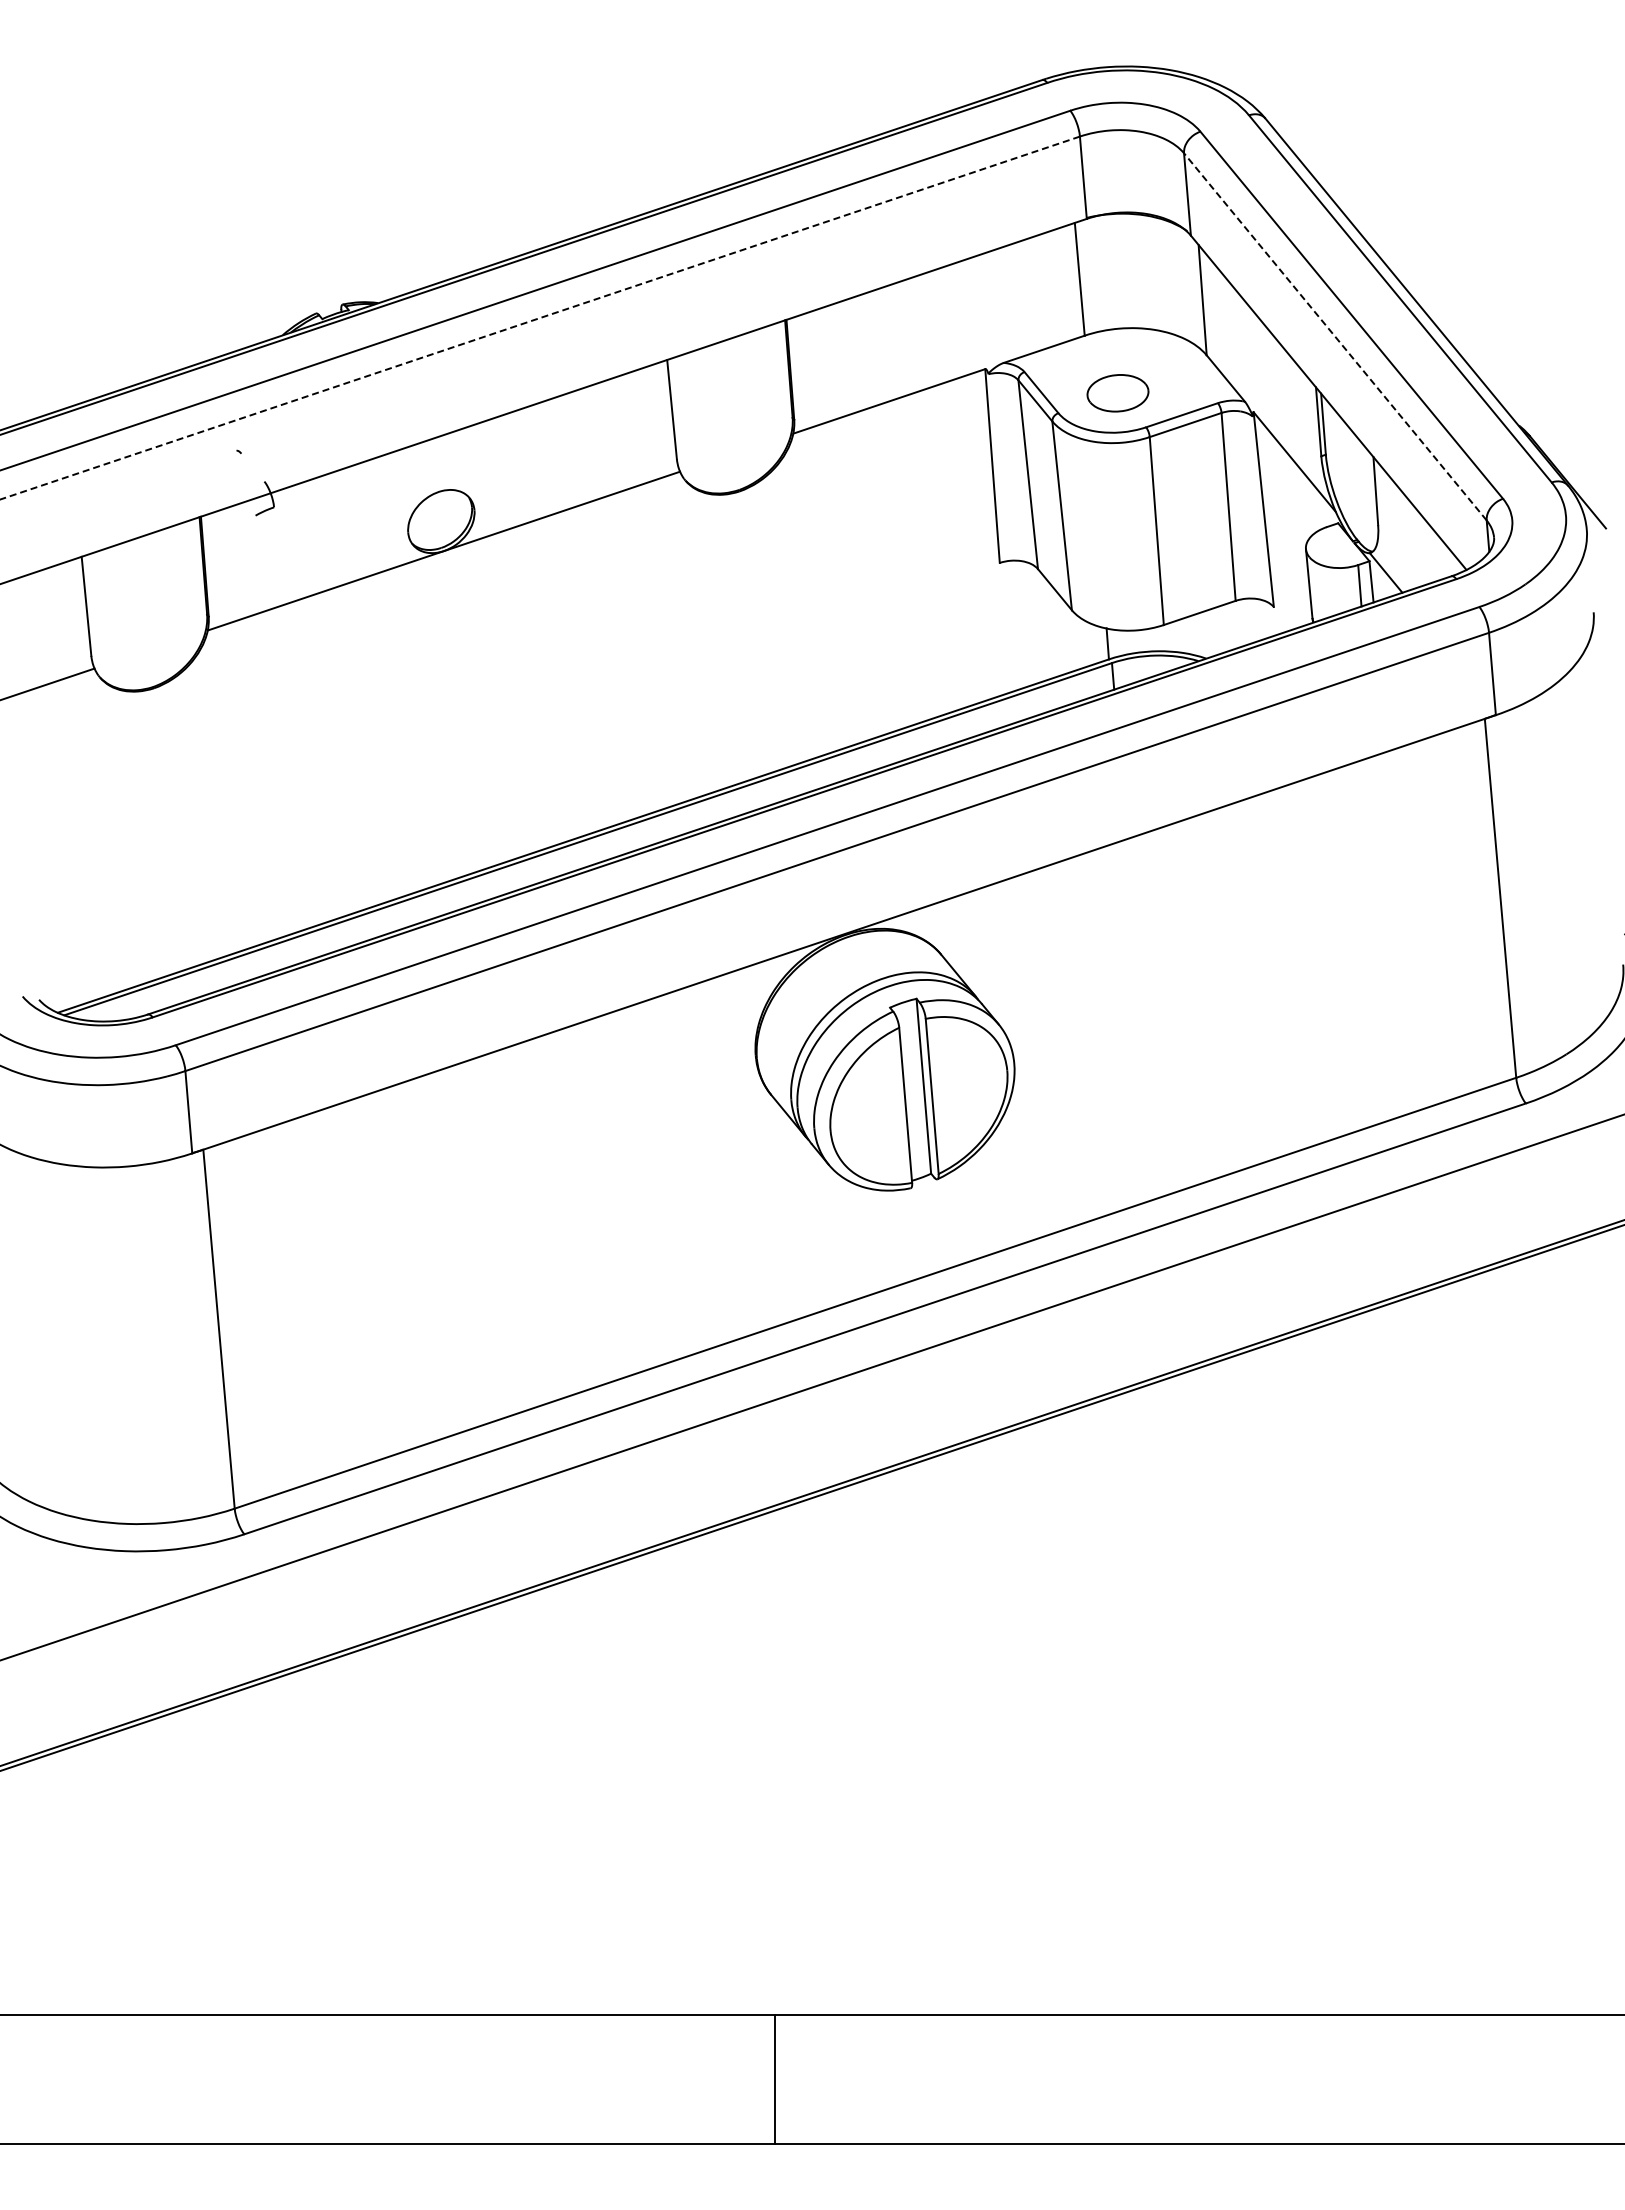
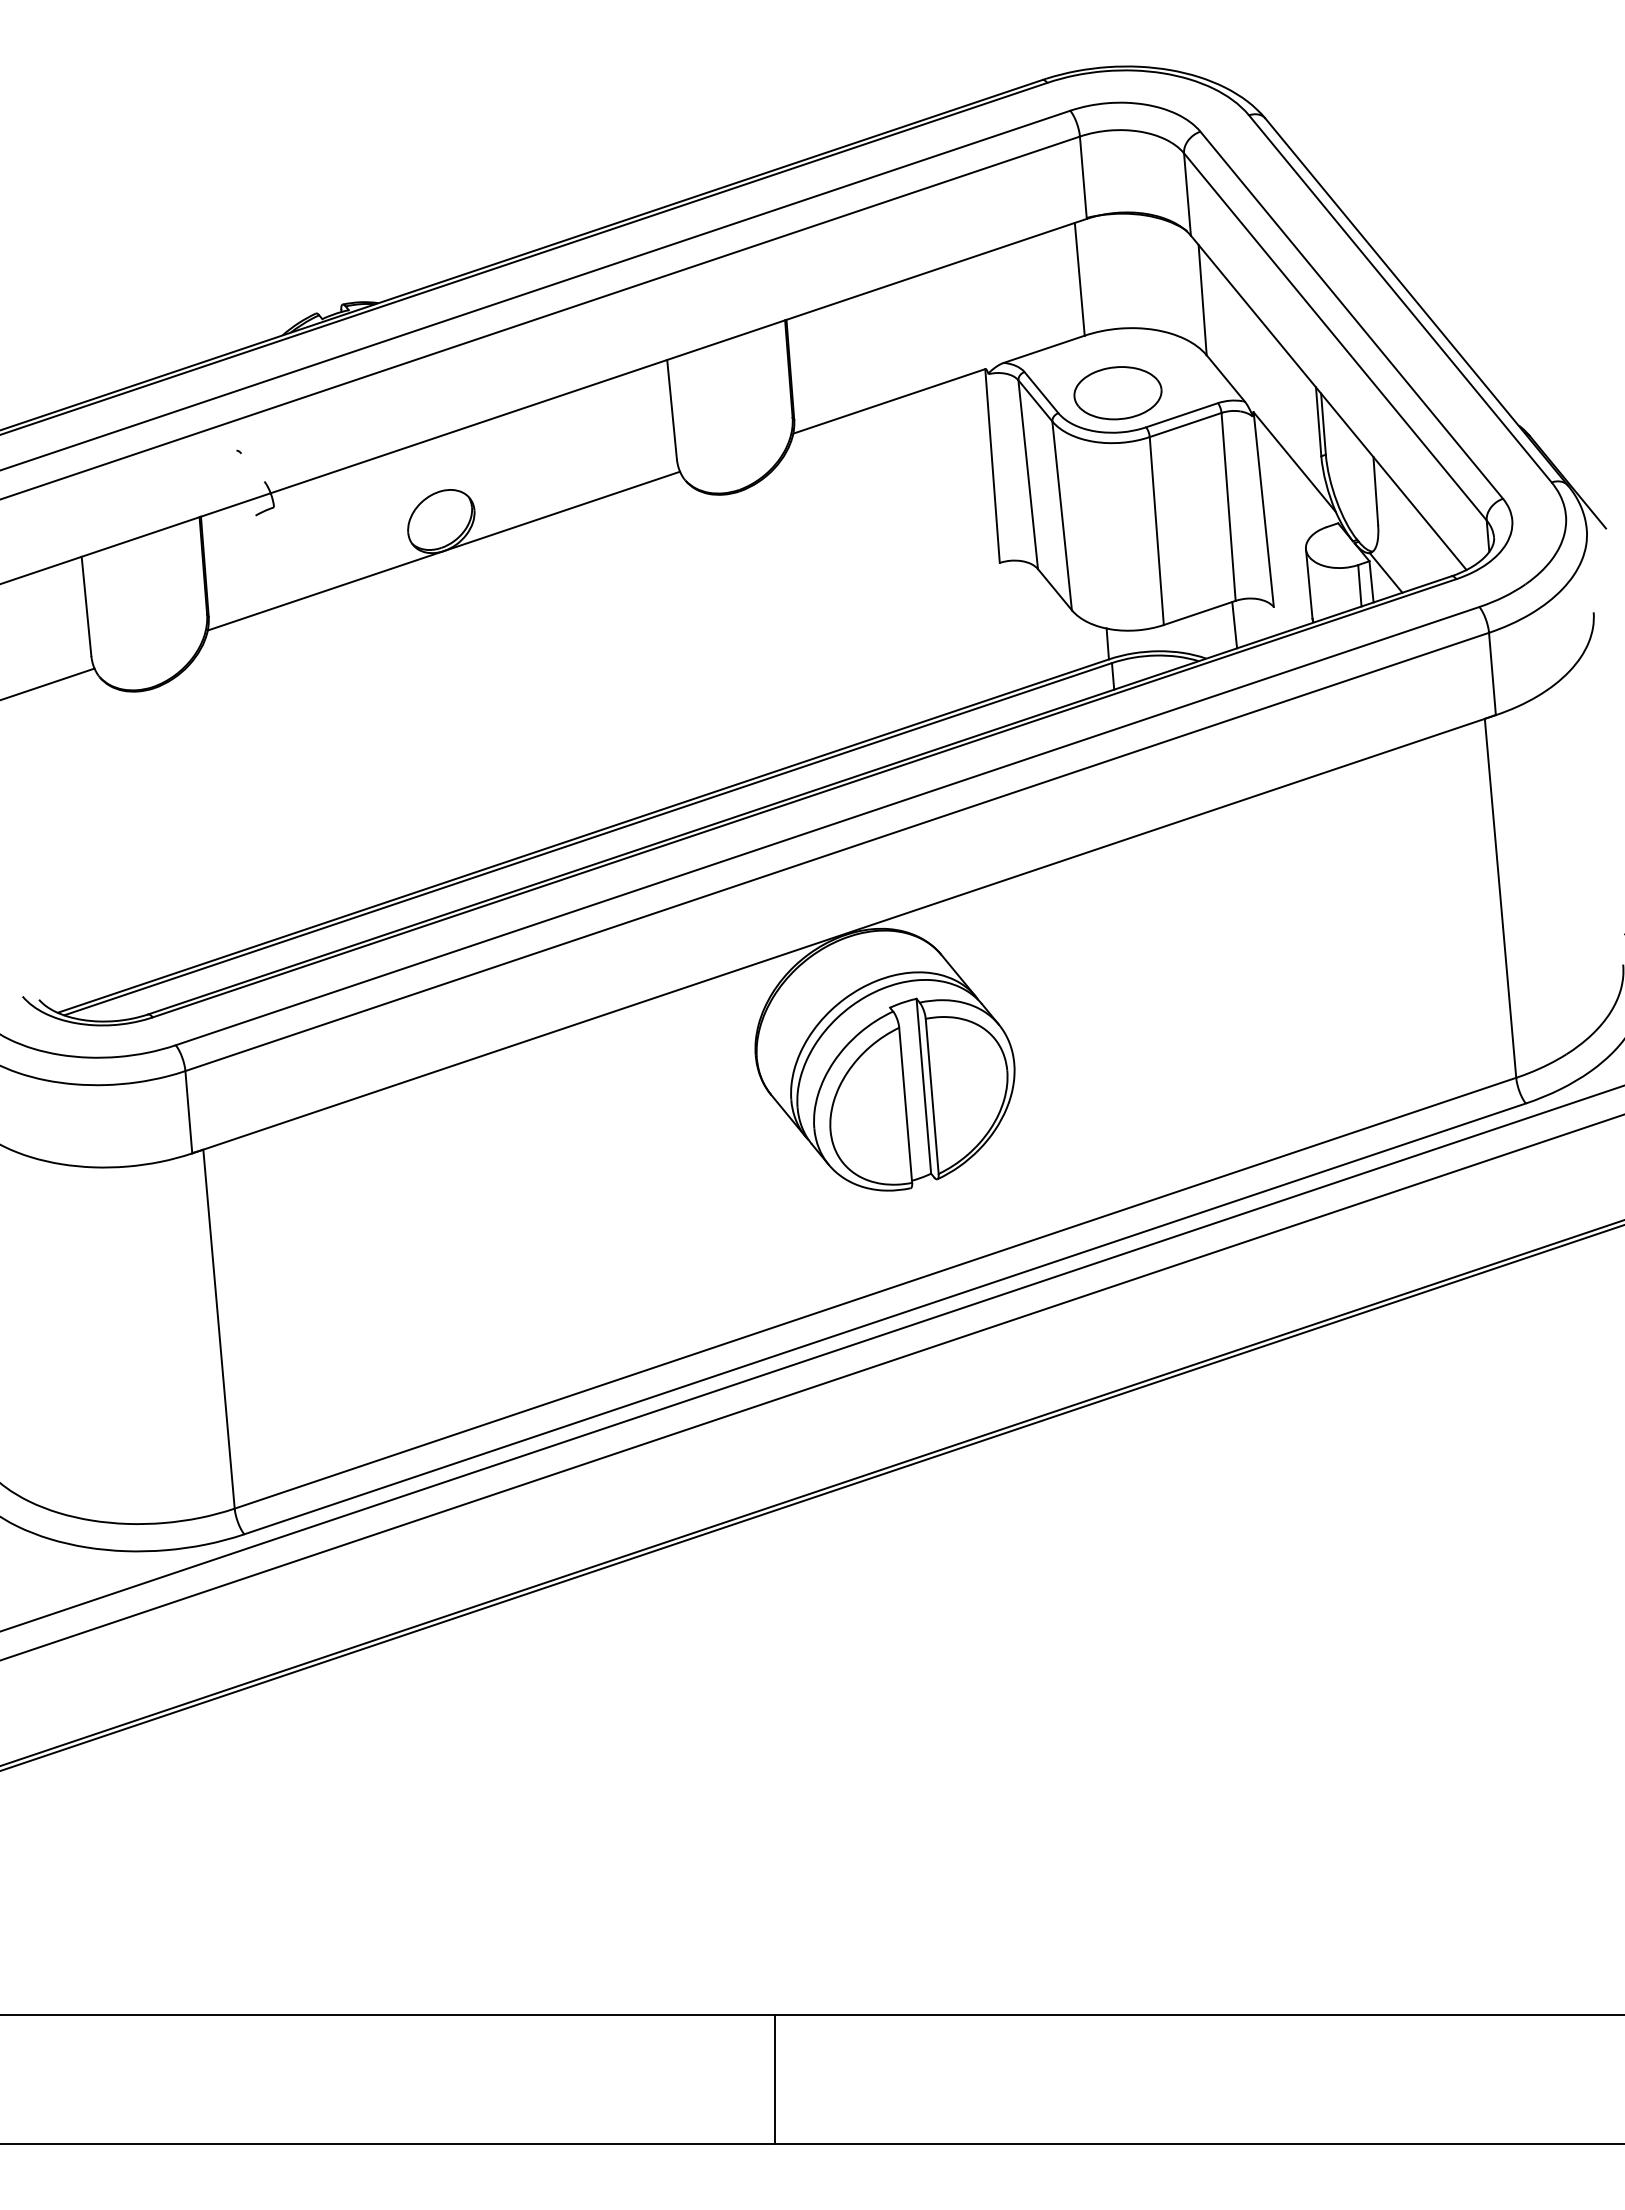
line at (539, 318): dashed -> solid
line at (1335, 336): dashed -> solid
part at (1117, 393) size: 64x39 px -> 90x55 px
line at (1234, 625): none -> present
line at (811, 1358): none -> present
